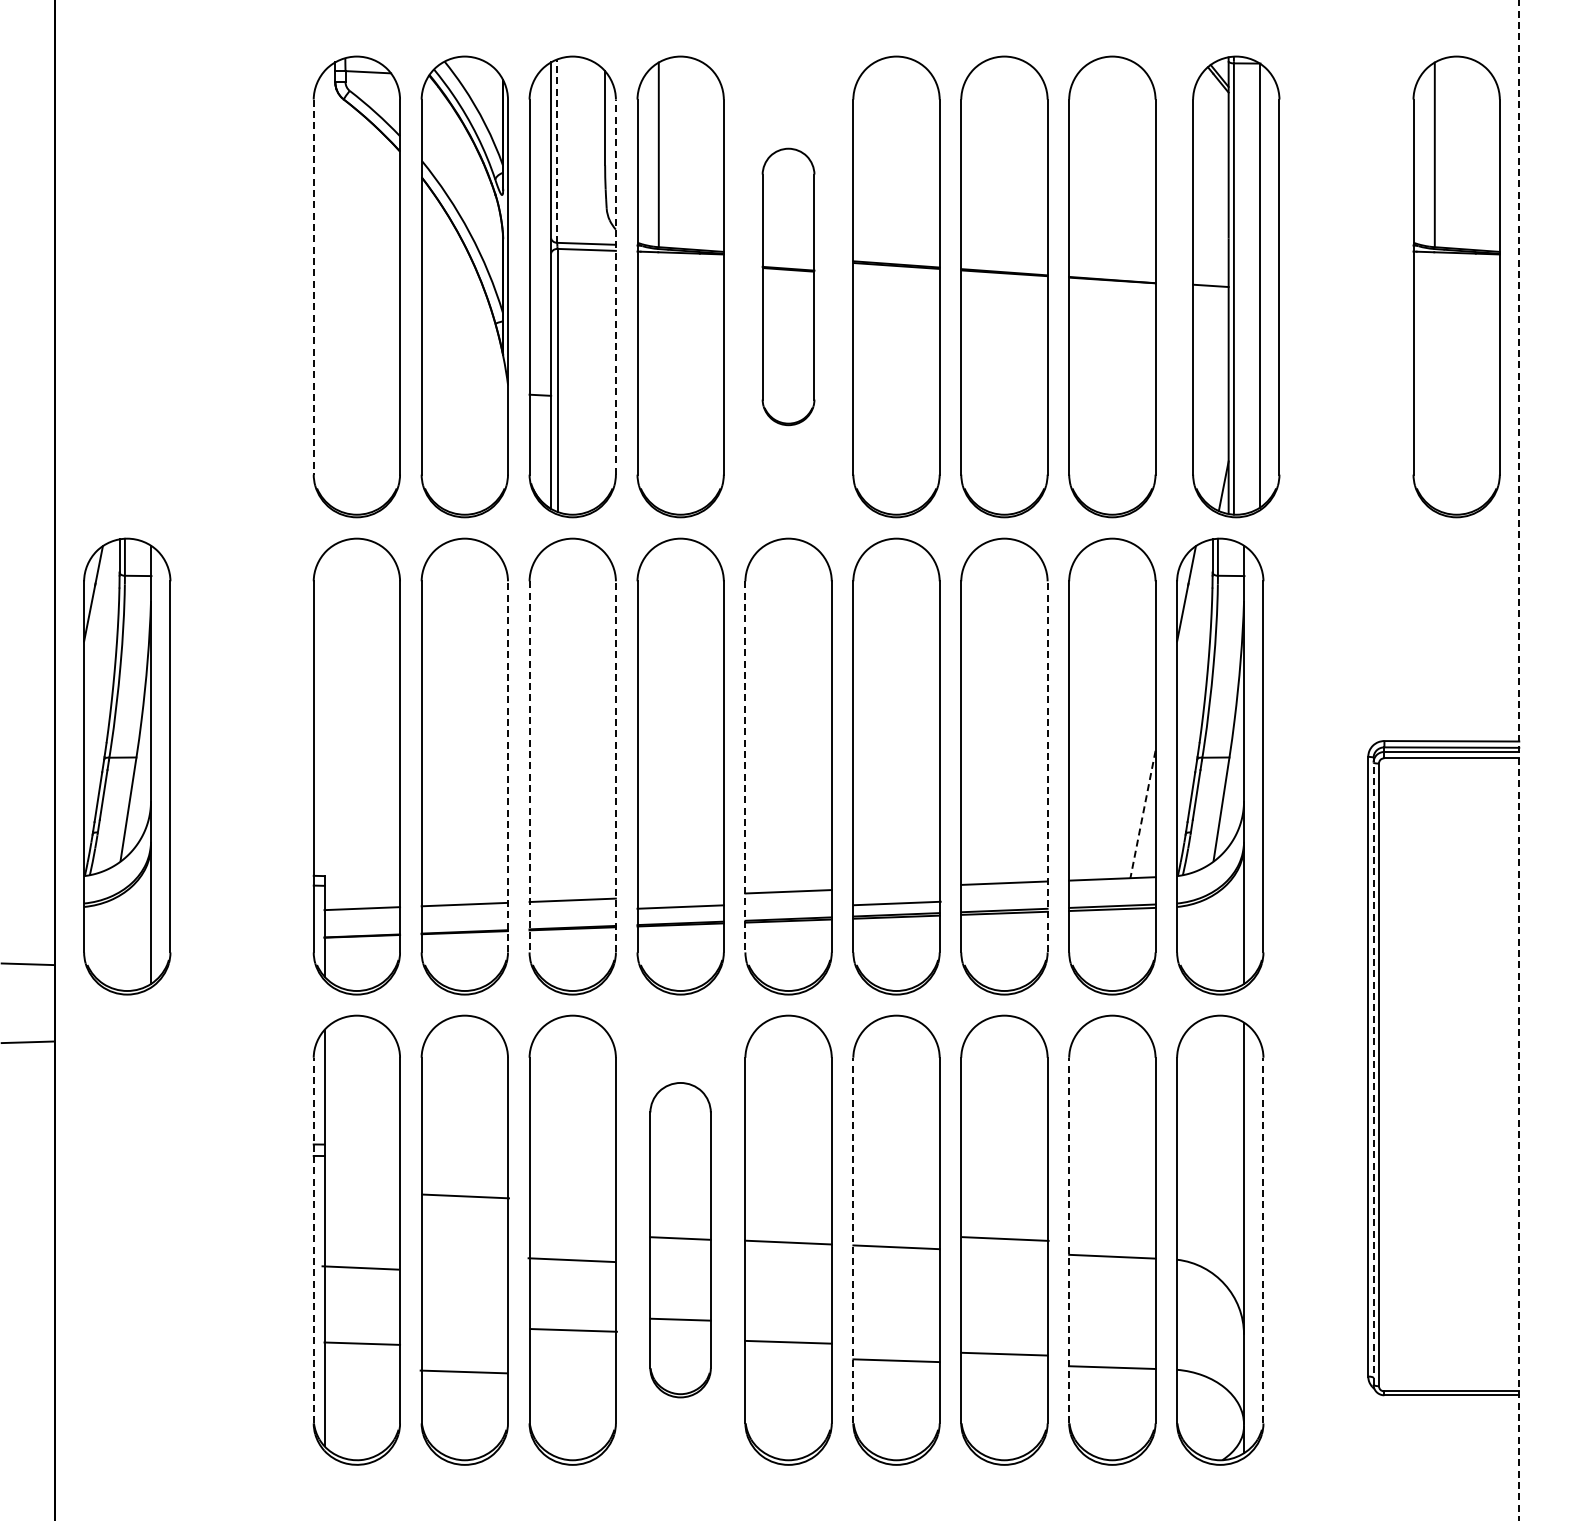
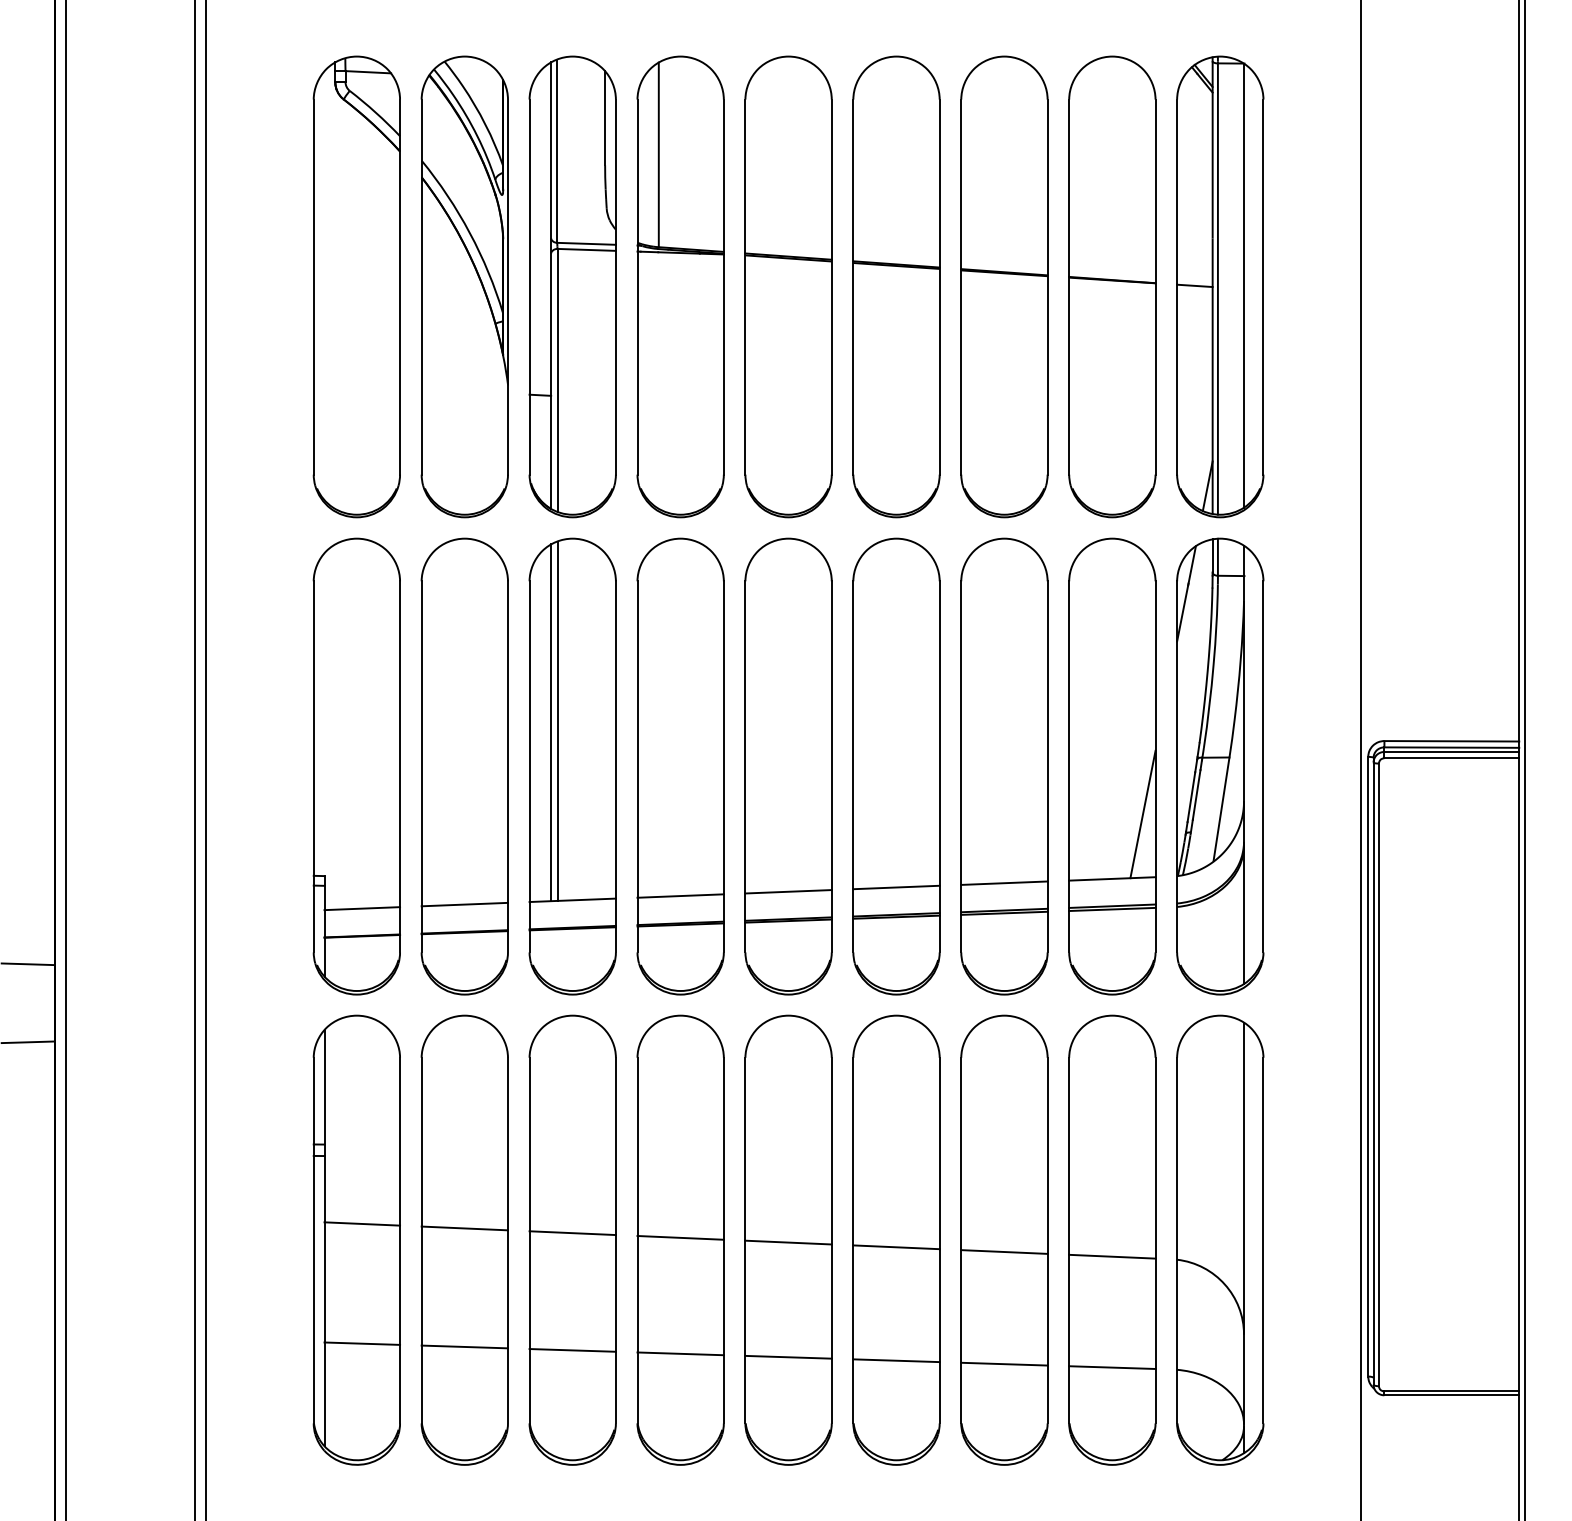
line at (557, 151): dashed -> solid
part at (788, 286) size: 55x280 px -> 89x464 px
part at (1236, 286) position: (1236, 286) -> (1220, 286)
part at (1456, 286): present -> none
line at (313, 287): dashed -> solid
line at (615, 287): dashed -> solid
line at (557, 720): none -> present
line at (551, 722): none -> present
line at (65, 759): none -> present
line at (195, 759): none -> present
line at (205, 759): none -> present
line at (1360, 759): none -> present
line at (1524, 759): none -> present
line at (1519, 760): dashed -> solid
part at (127, 766): present -> none
line at (507, 766): dashed -> solid
line at (529, 766): dashed -> solid
line at (615, 766): dashed -> solid
line at (745, 766): dashed -> solid
line at (1047, 766): dashed -> solid
line at (1142, 814): dashed -> solid
line at (897, 903) position: (897, 903) -> (896, 887)
line at (680, 906) position: (680, 906) -> (680, 895)
line at (1373, 1070): dashed -> solid
line at (465, 1196) position: (465, 1196) -> (464, 1228)
line at (1005, 1238) position: (1005, 1238) -> (1004, 1251)
line at (313, 1240): dashed -> solid
part at (680, 1240) size: 63x317 px -> 89x452 px
line at (853, 1240): dashed -> solid
line at (1069, 1240): dashed -> solid
line at (1263, 1240): dashed -> solid
line at (571, 1260) position: (571, 1260) -> (572, 1233)
line at (360, 1267) position: (360, 1267) -> (362, 1223)
line at (573, 1330) position: (573, 1330) -> (572, 1350)
line at (788, 1341) position: (788, 1341) -> (788, 1356)
line at (1004, 1353) position: (1004, 1353) -> (1004, 1363)
line at (463, 1371) position: (463, 1371) -> (464, 1346)
